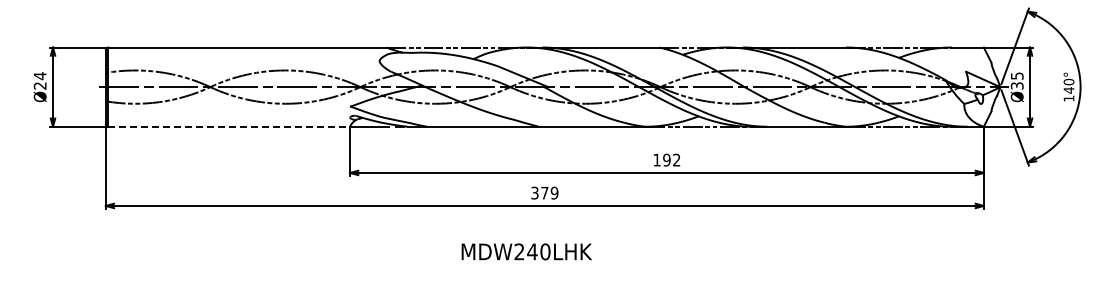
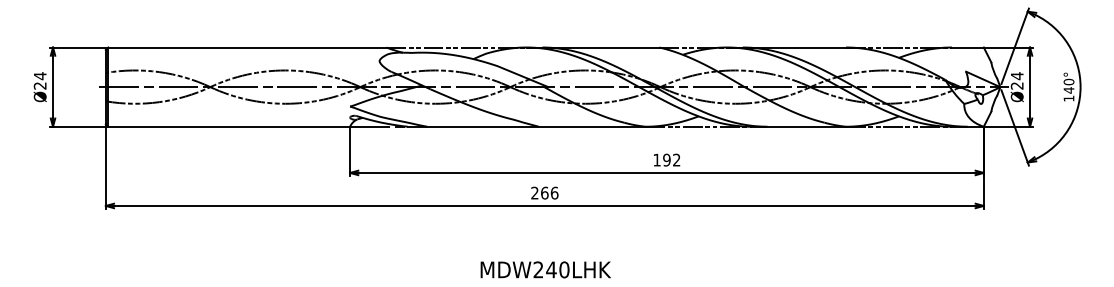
text at (1017, 80): Ø35 -> Ø24
line at (229, 126): dashed -> solid
text at (544, 192): 379 -> 266
text at (526, 251) position: (526, 251) -> (545, 269)
